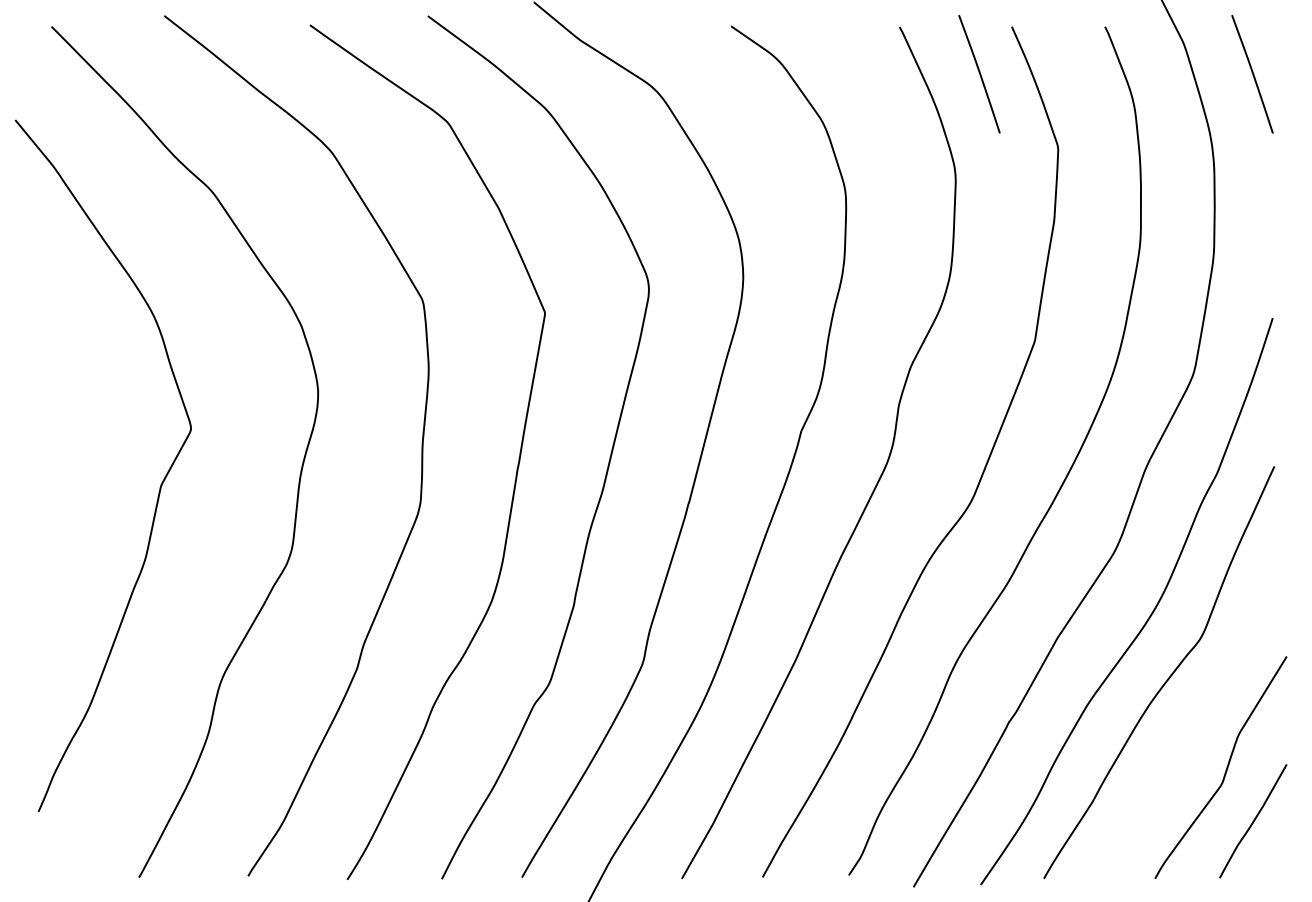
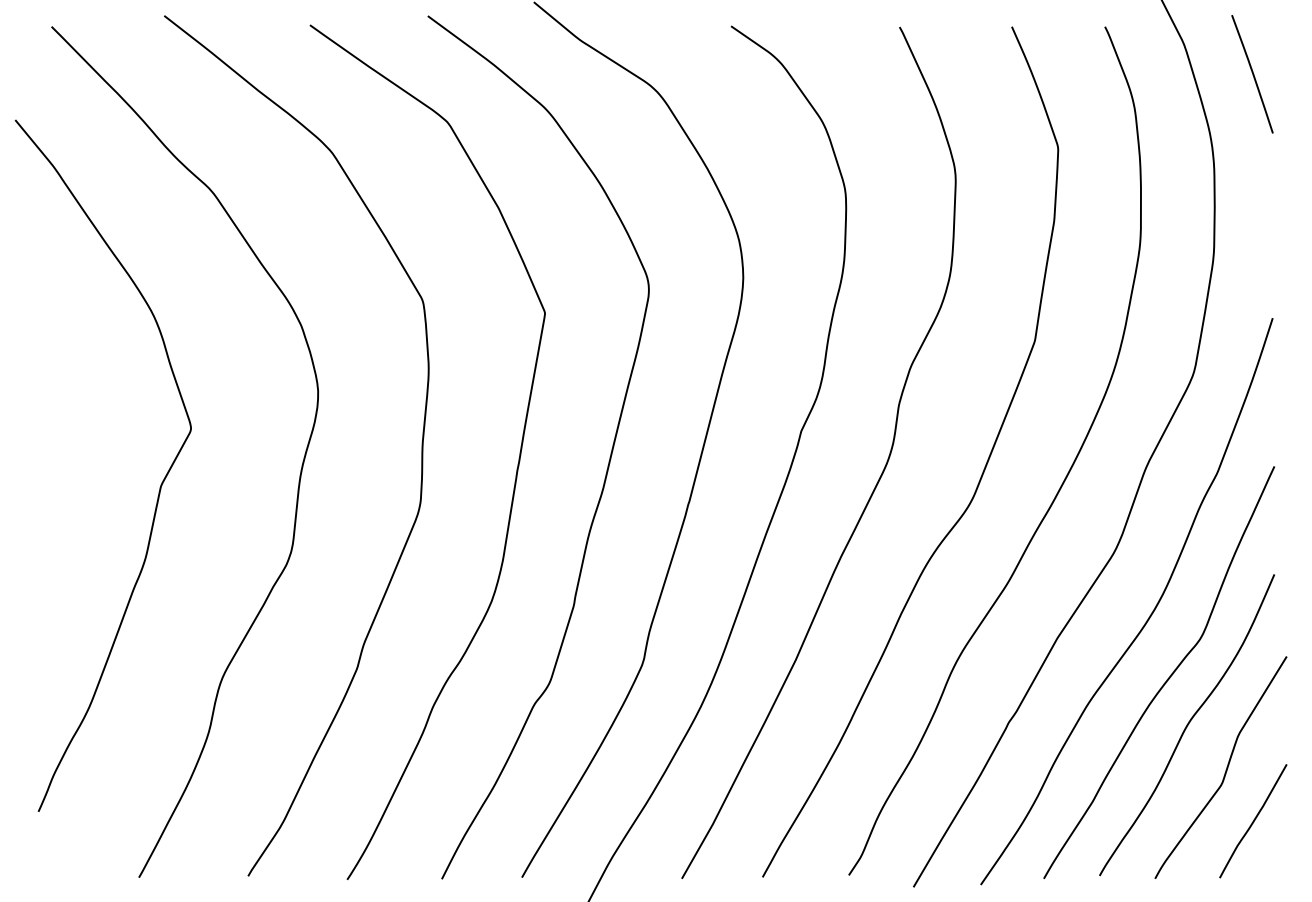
line at (979, 74): present -> none
curve at (1186, 725): none -> present
